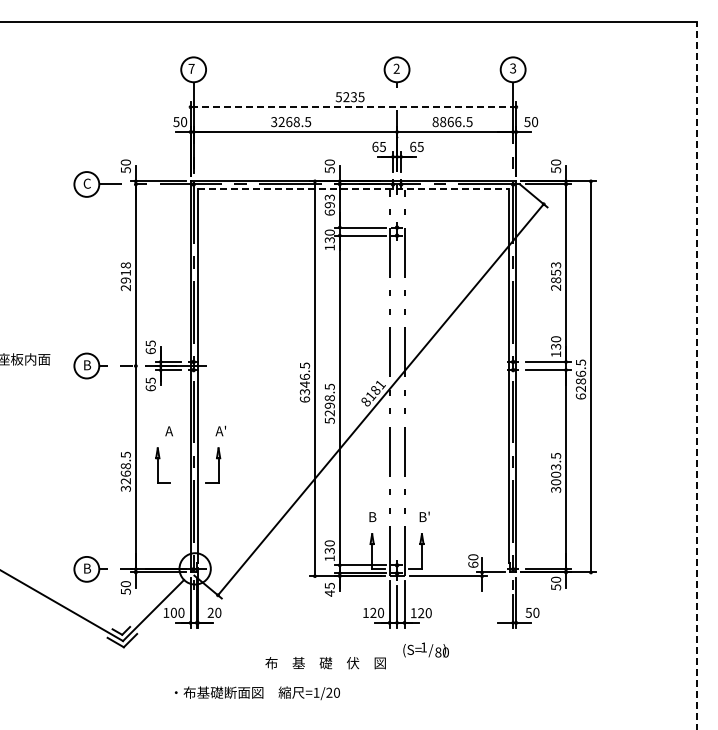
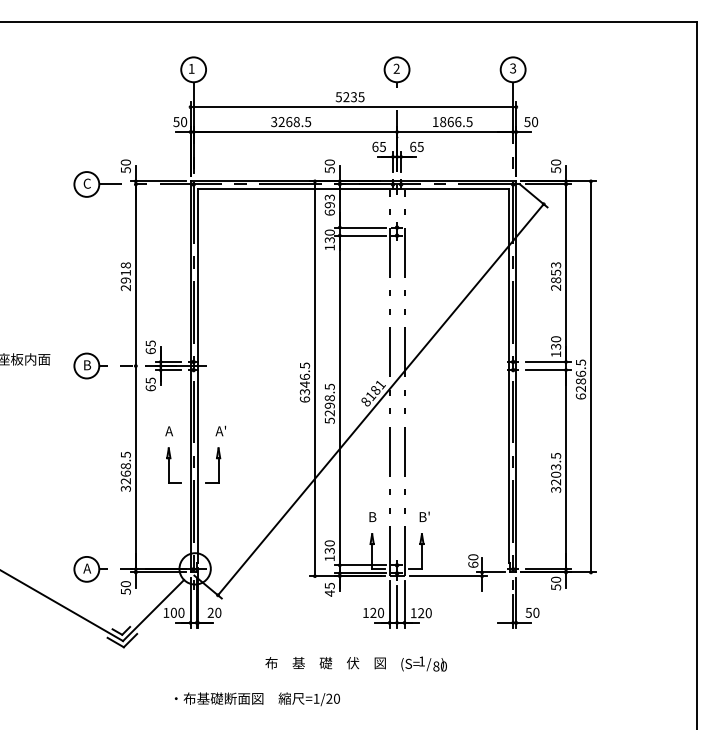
text at (191, 68): 7 -> 1
line at (353, 107): dashed -> solid
text at (435, 122): 8866.5 -> 1866.5
line at (353, 188): dashed -> solid
line at (696, 375): dashed -> solid
part at (162, 465) position: (162, 465) -> (173, 465)
text at (556, 482): 3003.5 -> 3203.5
text at (87, 568): B -> A
text at (425, 649) position: (425, 649) -> (423, 663)
text at (256, 692) position: (256, 692) -> (256, 698)
